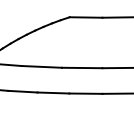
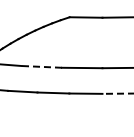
line at (41, 66): solid -> dashed
line at (117, 93): solid -> dashed
